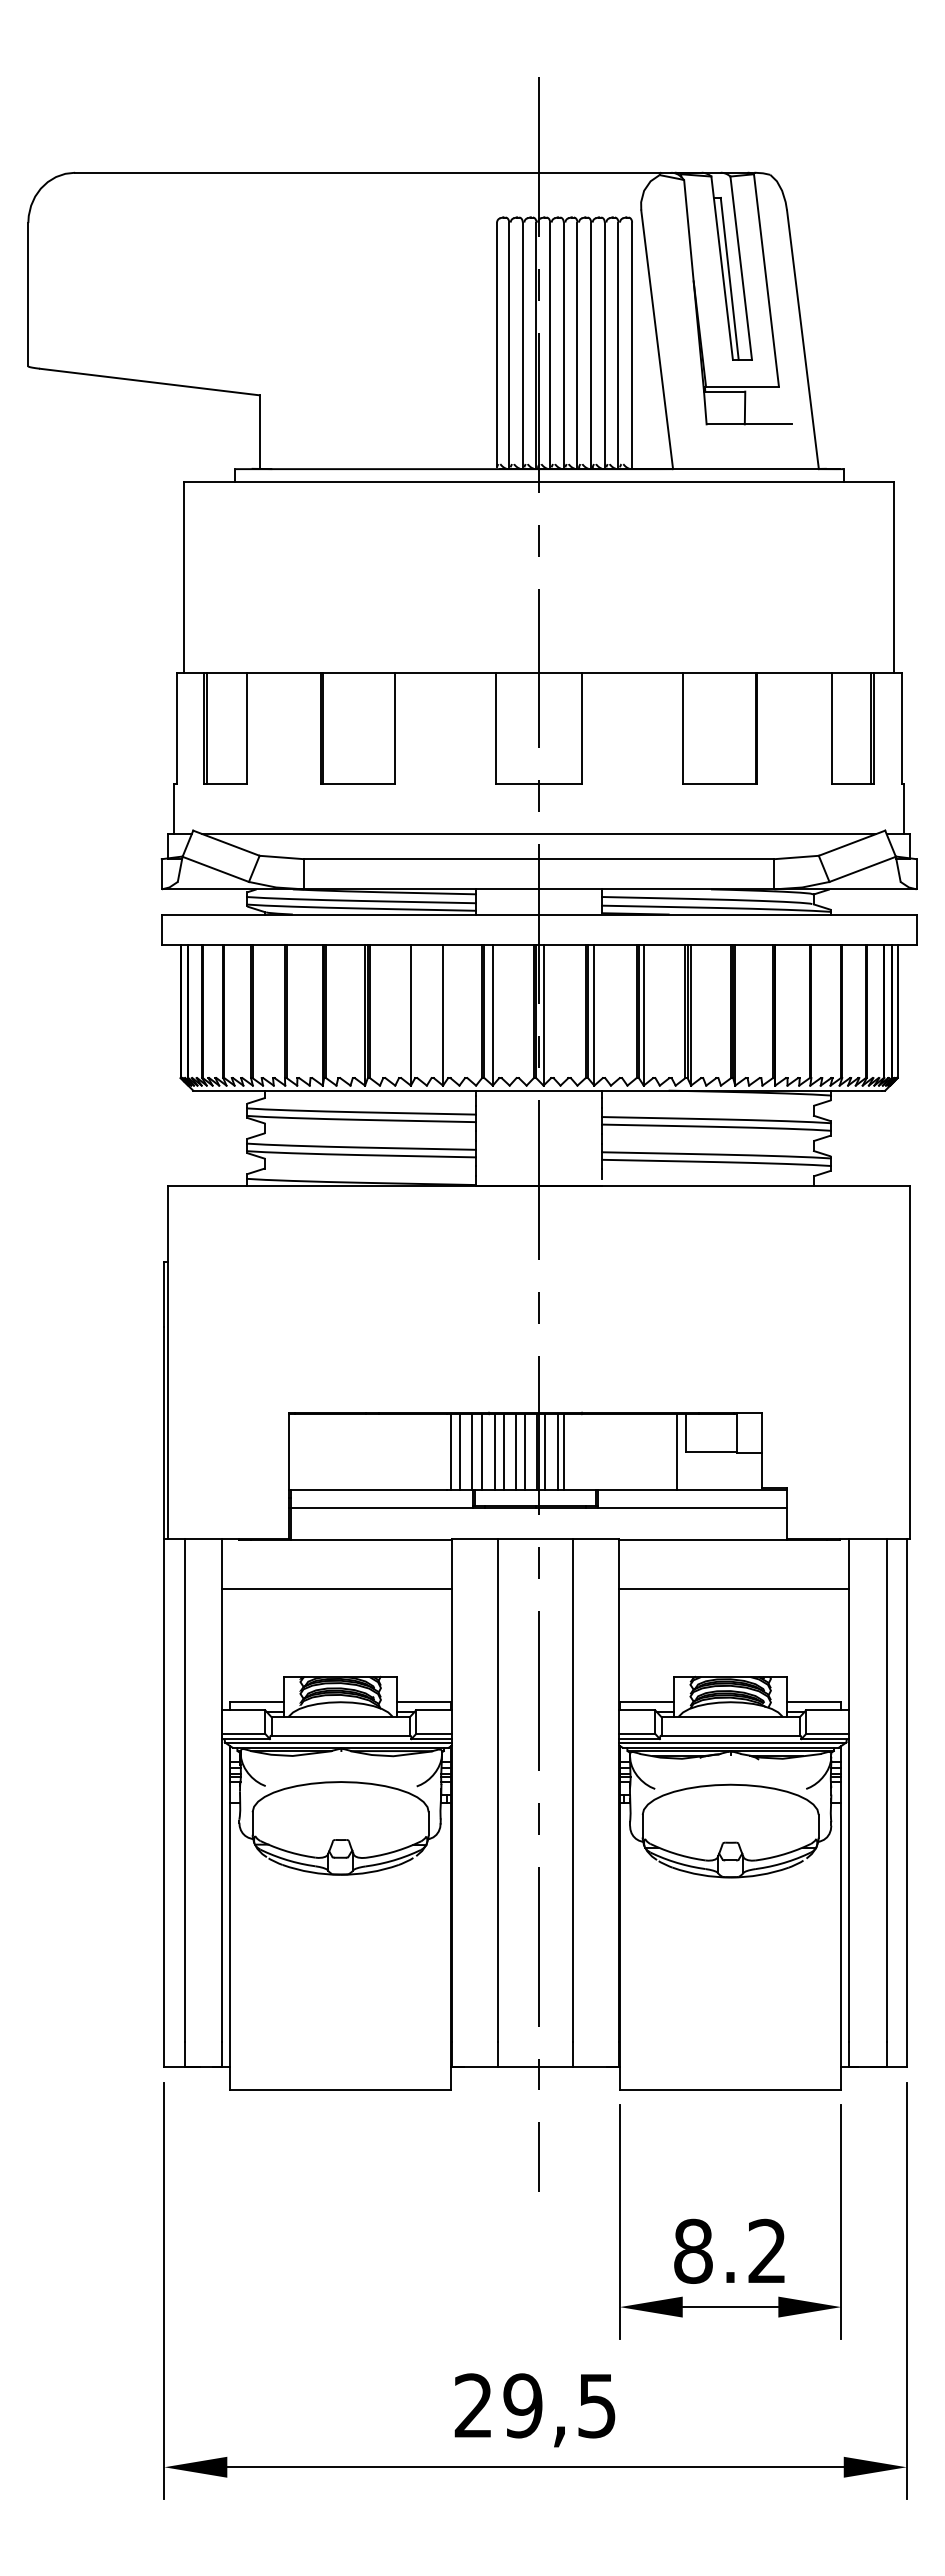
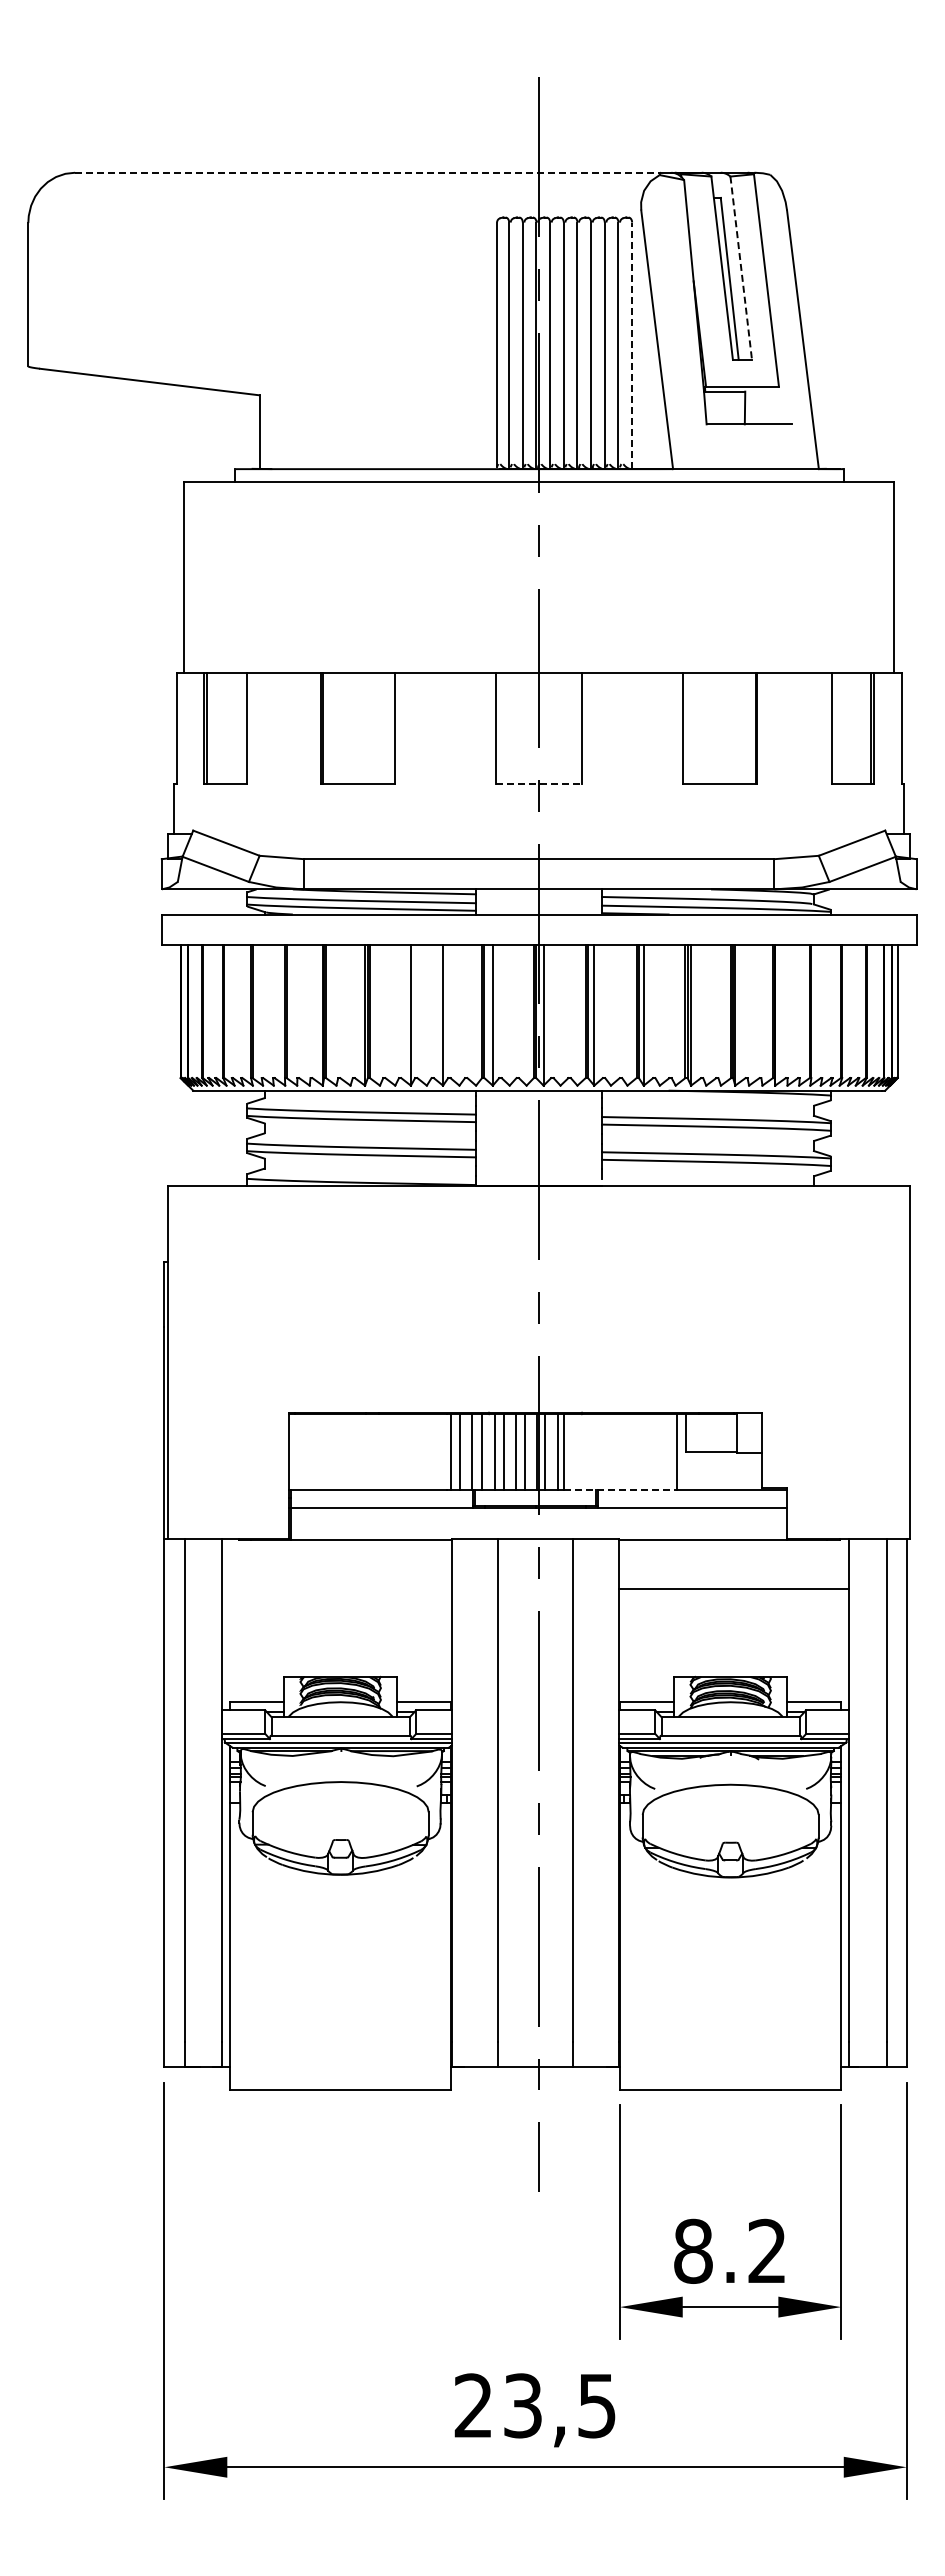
line at (368, 172): solid -> dashed
line at (741, 268): solid -> dashed
line at (632, 345): solid -> dashed
line at (539, 783): solid -> dashed
line at (539, 834): present -> none
line at (621, 1489): solid -> dashed
line at (336, 1588): present -> none
text at (522, 2405): 29,5 -> 23,5
